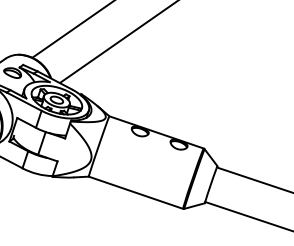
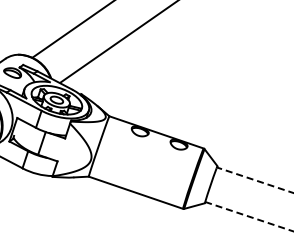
line at (254, 180): solid -> dashed
line at (249, 216): solid -> dashed
